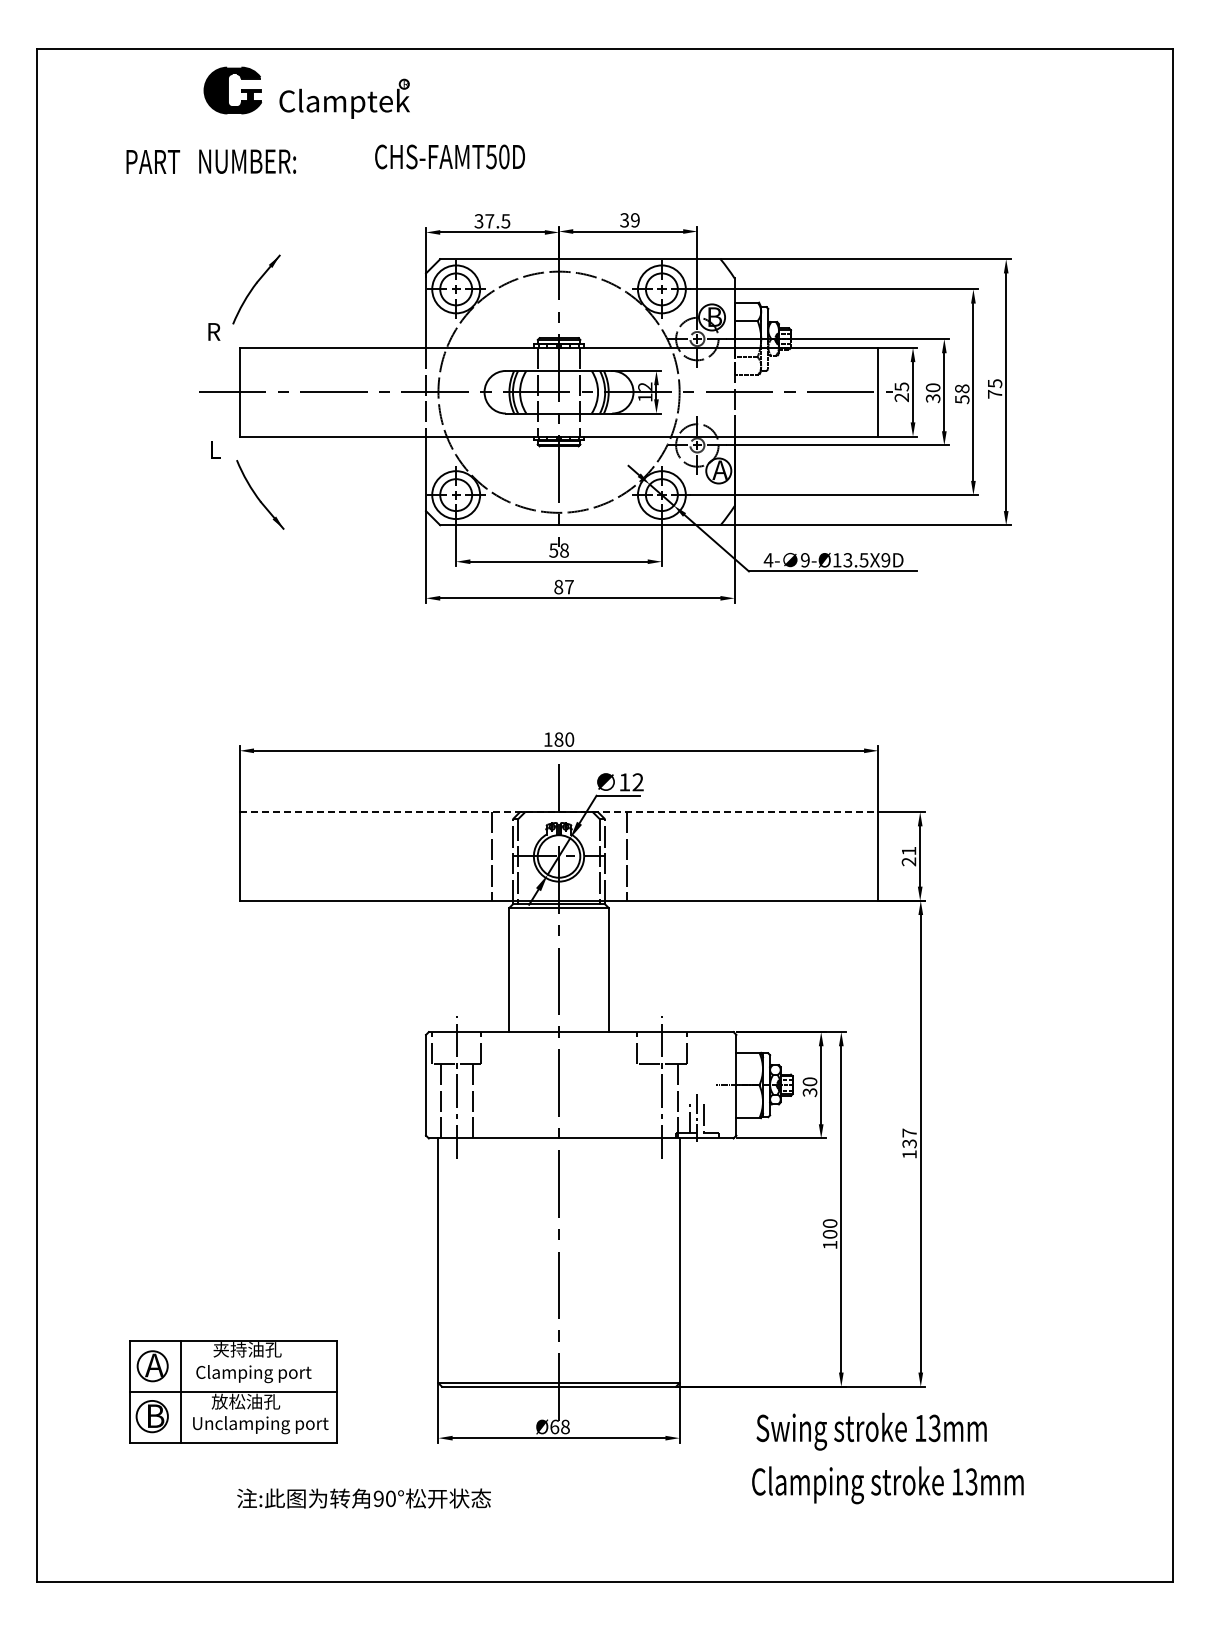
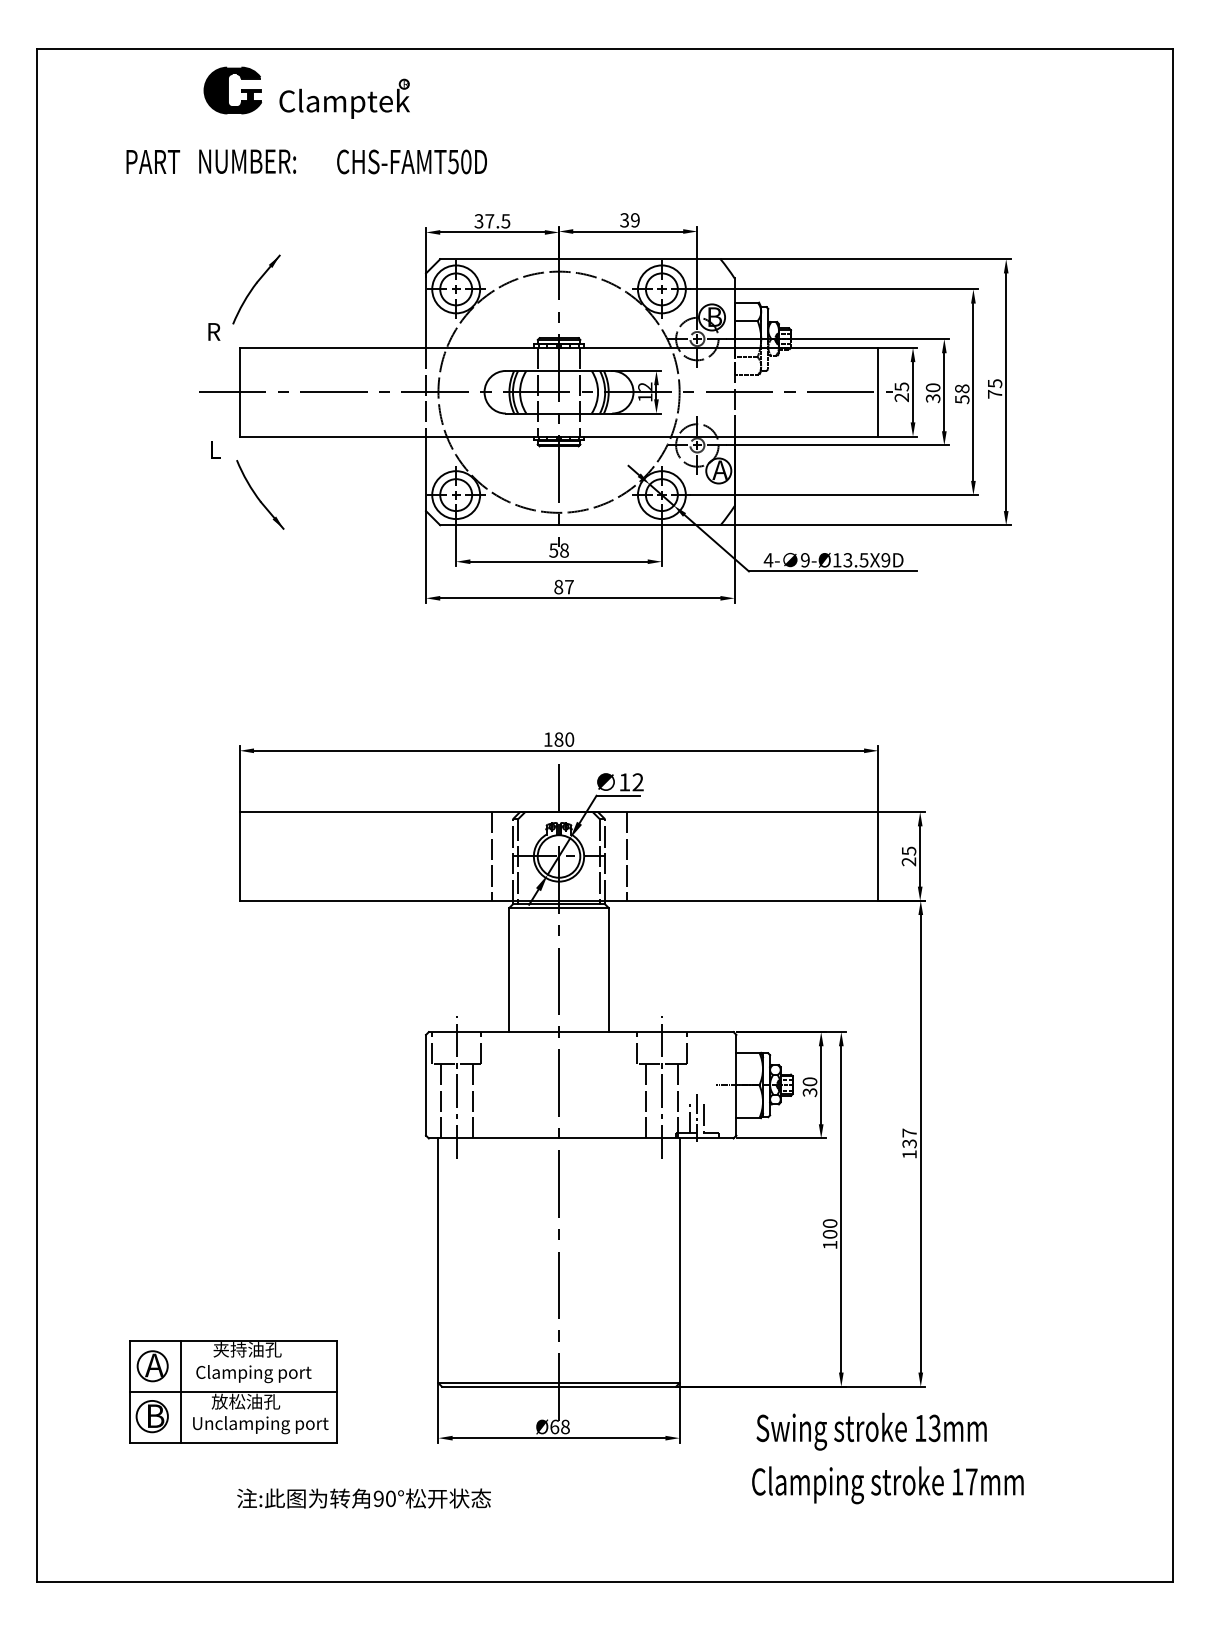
text at (449, 156) position: (449, 156) -> (411, 161)
line at (559, 812): dashed -> solid
text at (909, 850): 21 -> 25
line at (645, 1100): none -> present
text at (971, 1481): 13mm -> 17mm
